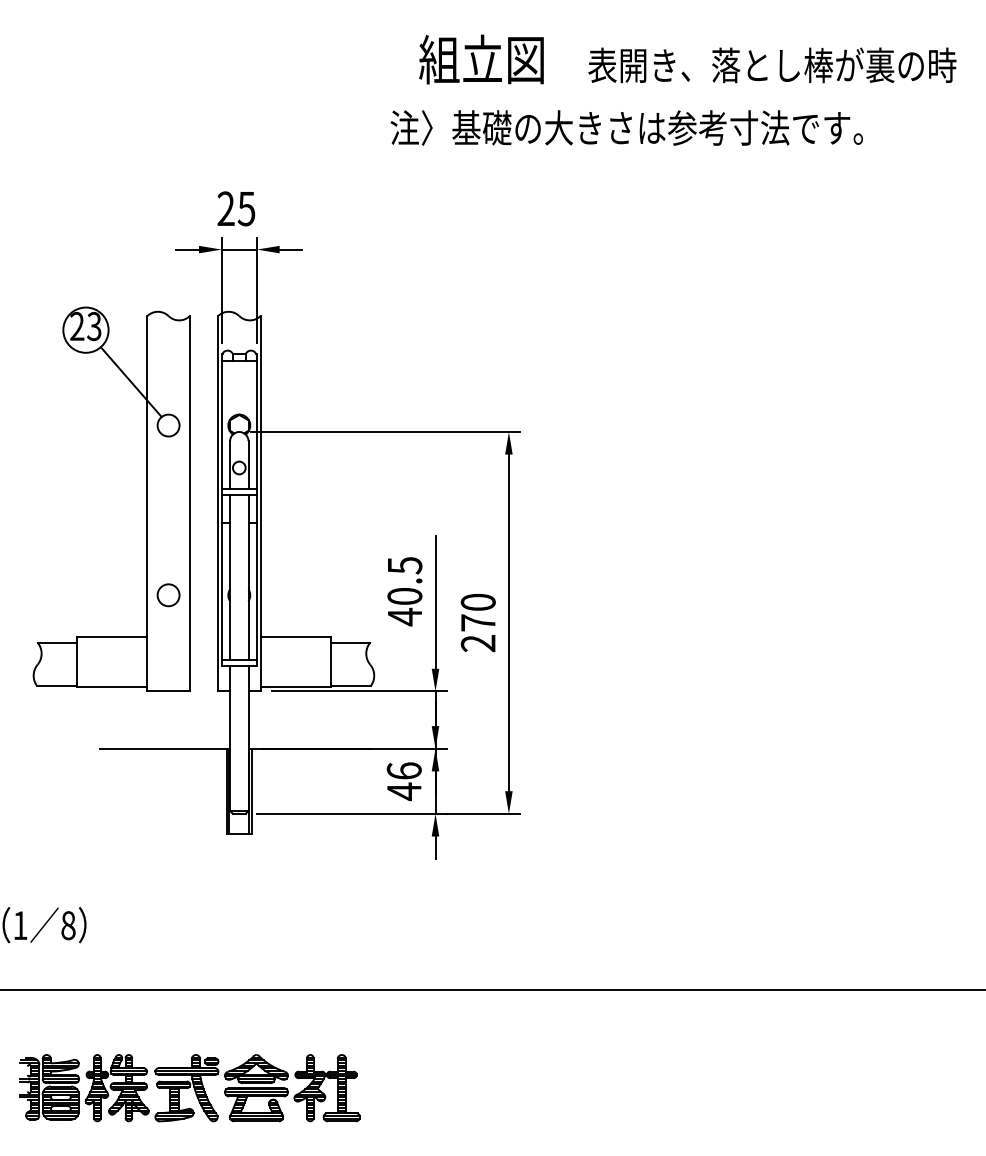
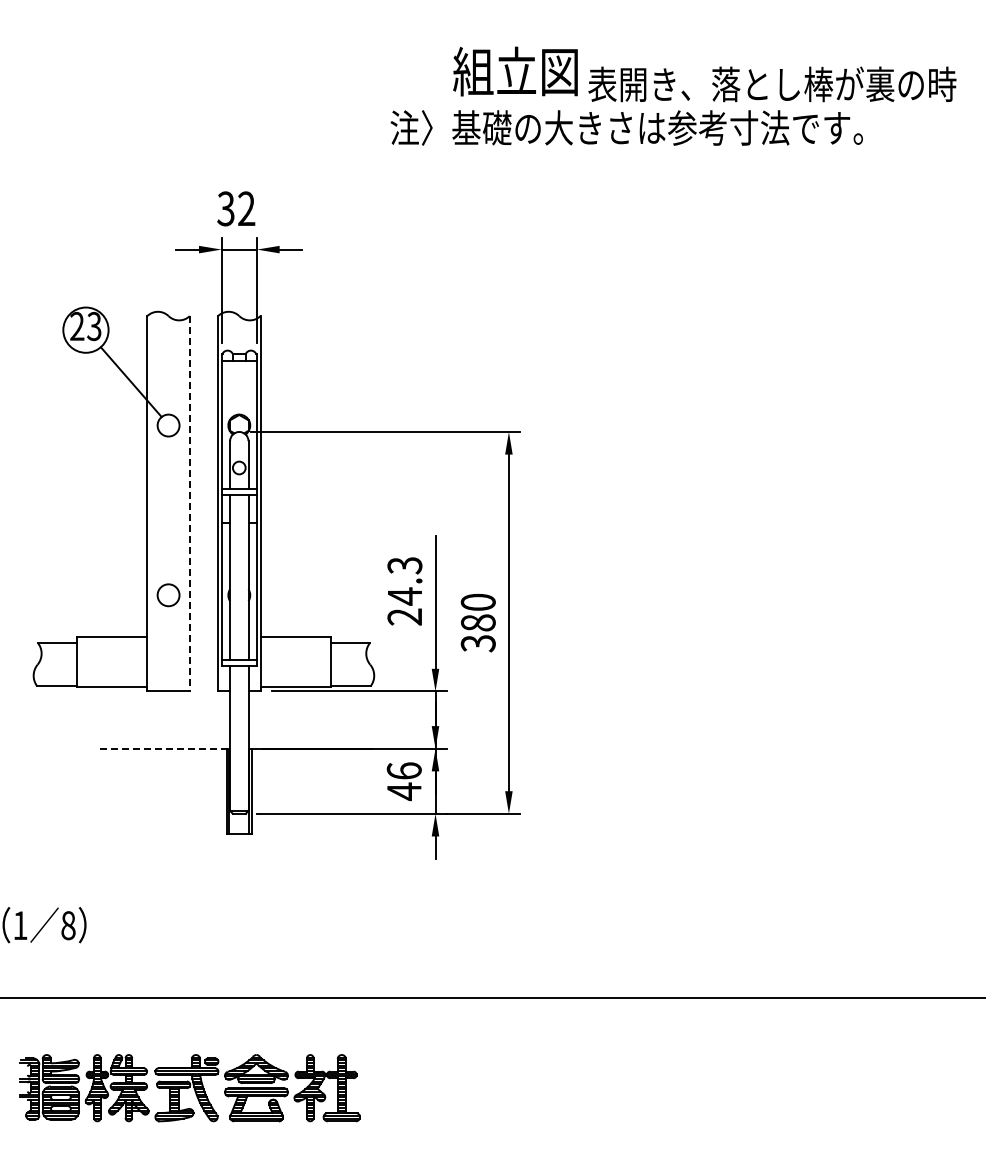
text at (481, 59) position: (481, 59) -> (515, 71)
text at (772, 65) position: (772, 65) -> (772, 84)
text at (236, 208): 25 -> 32
line at (189, 503): solid -> dashed
text at (404, 591): 40.5 -> 24.3
text at (478, 633): 270 -> 380
line at (164, 748): solid -> dashed
line at (492, 989) position: (492, 989) -> (492, 997)
